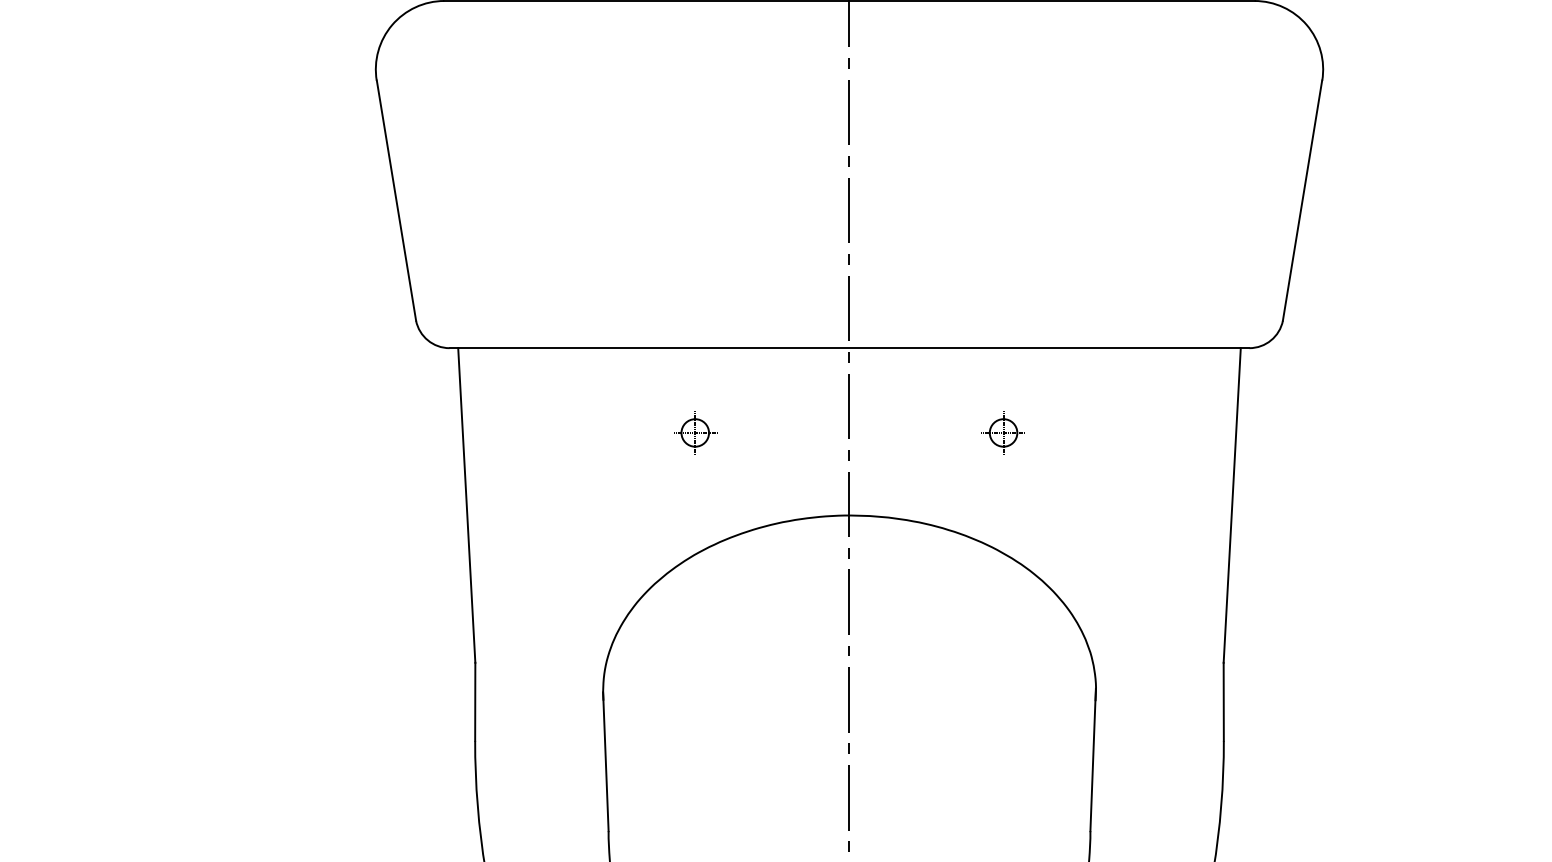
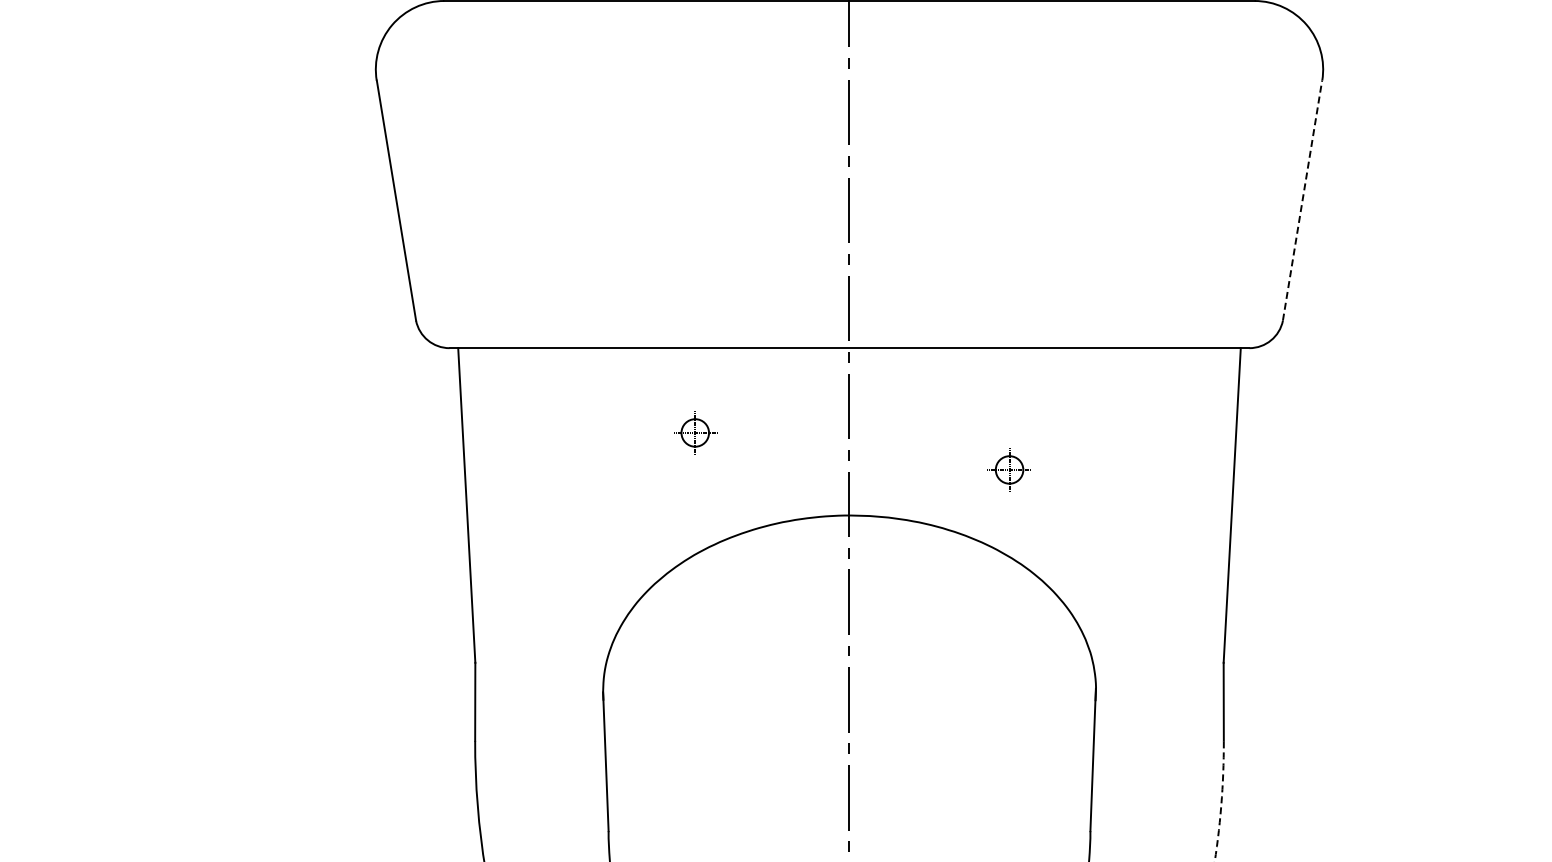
line at (1302, 200): solid -> dashed
part at (1002, 432) position: (1002, 432) -> (1008, 469)
arc at (1221, 802): solid -> dashed
